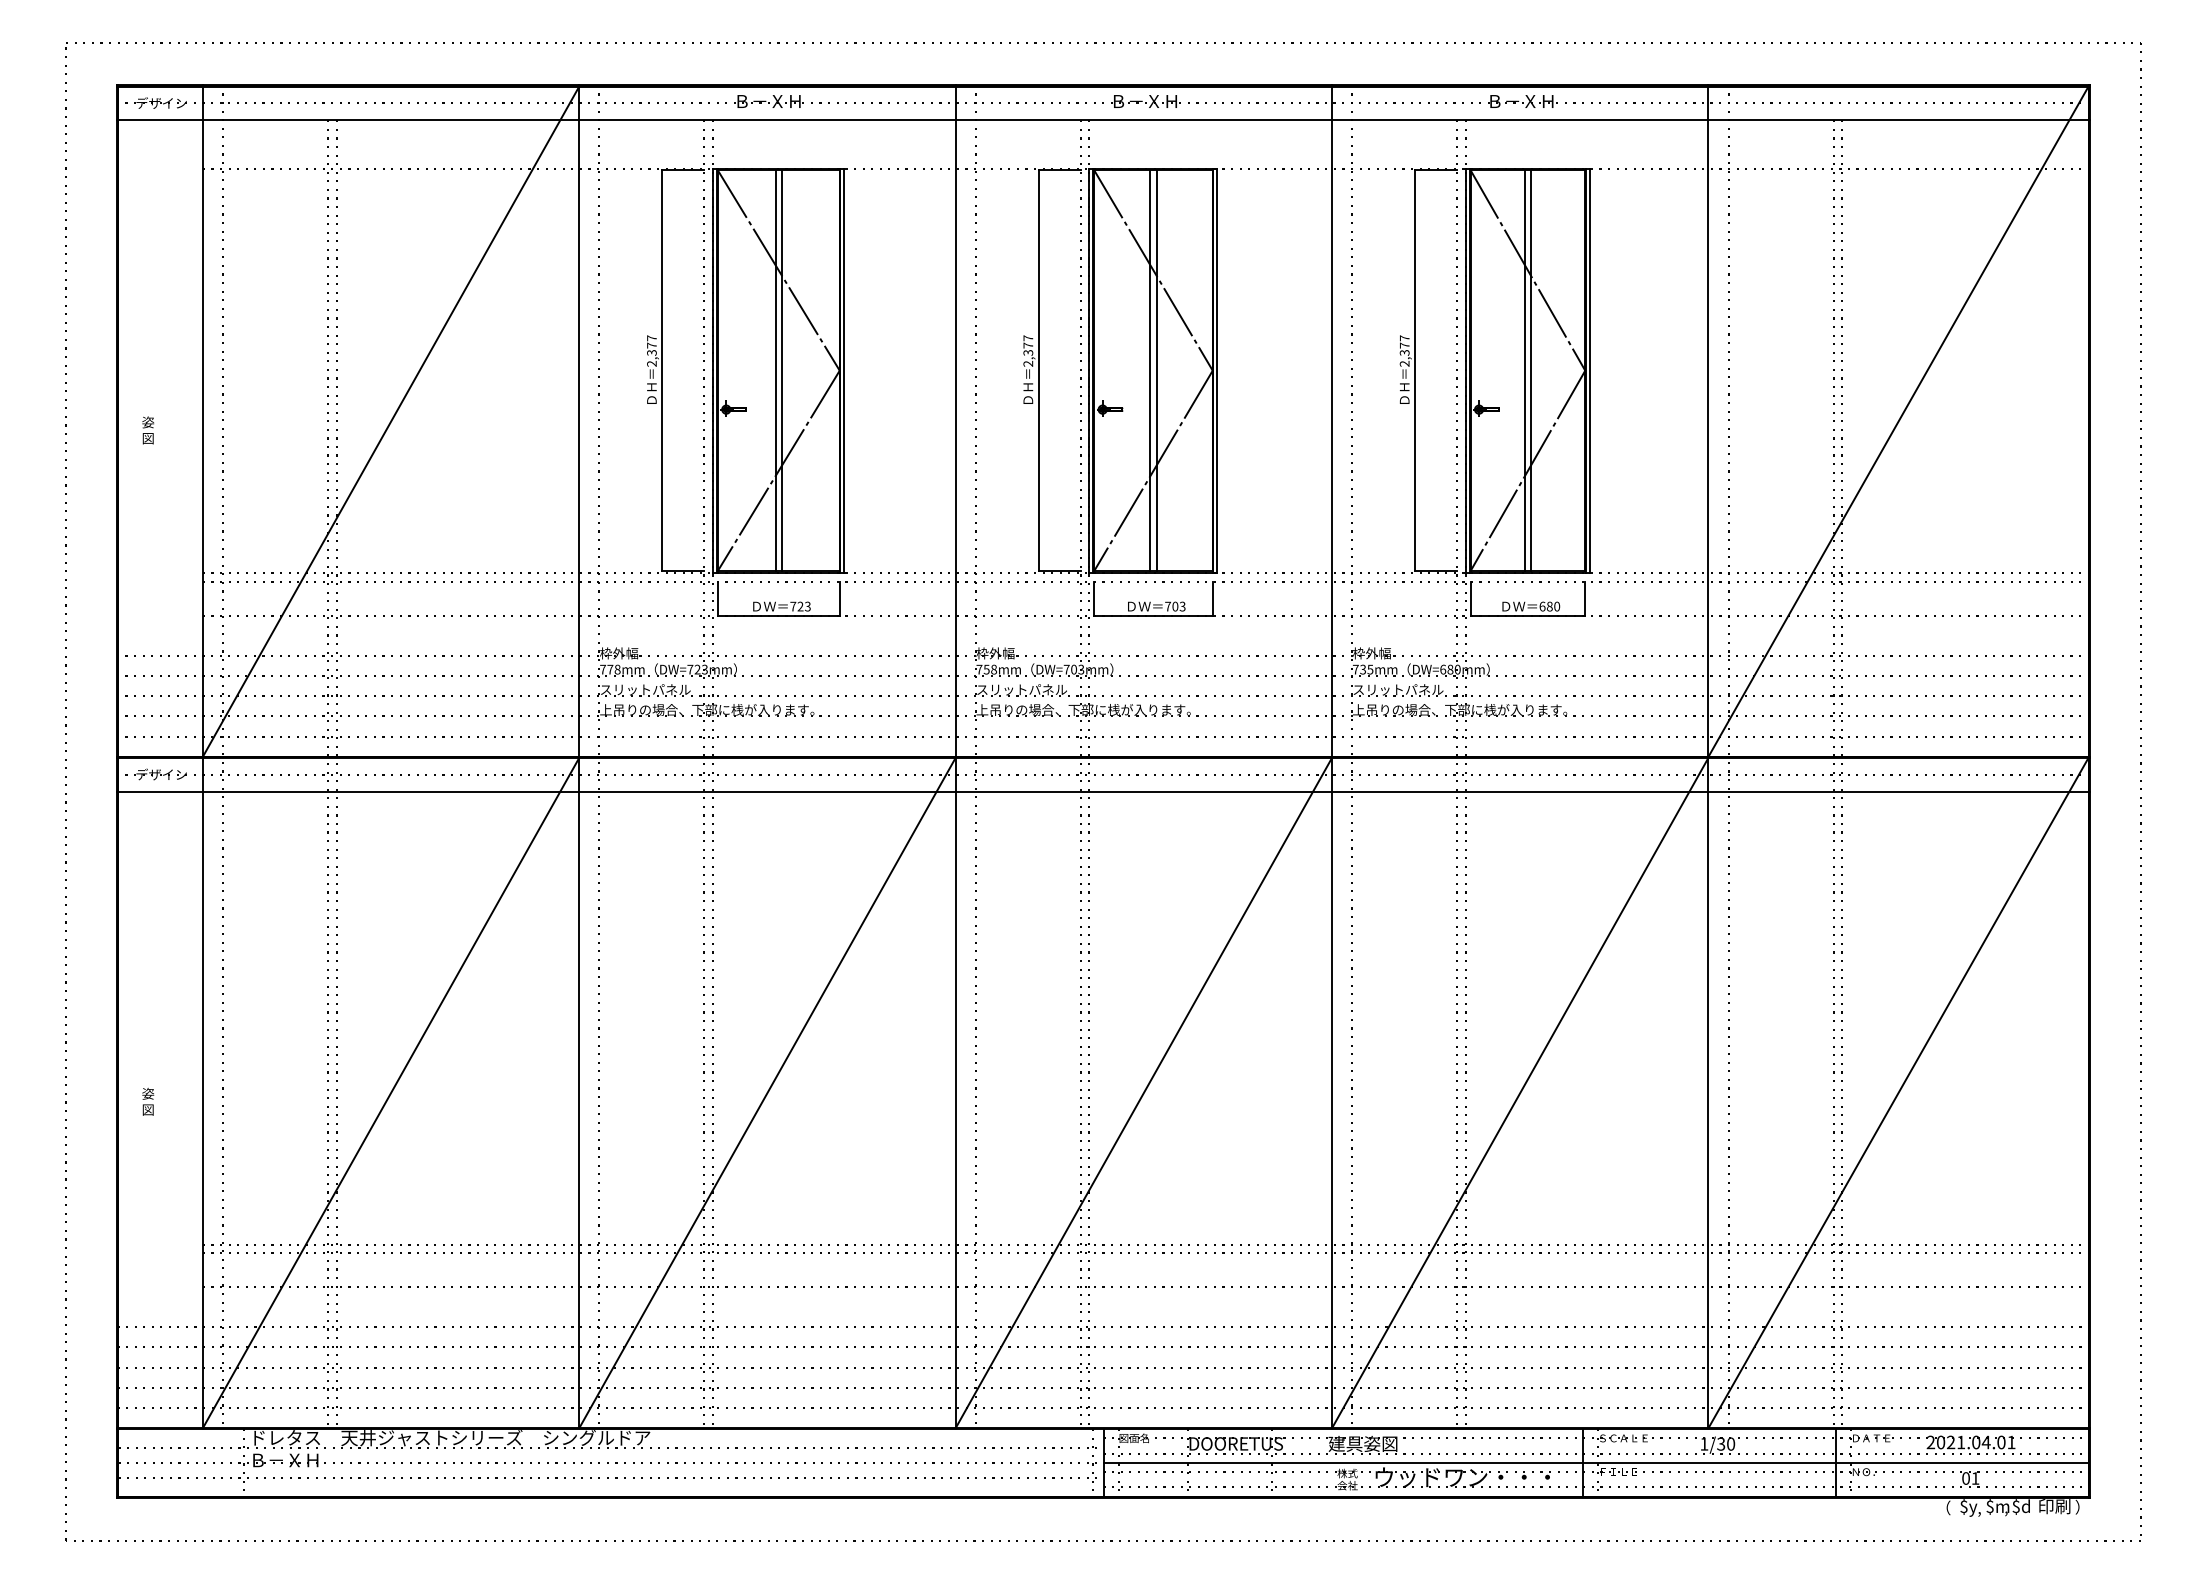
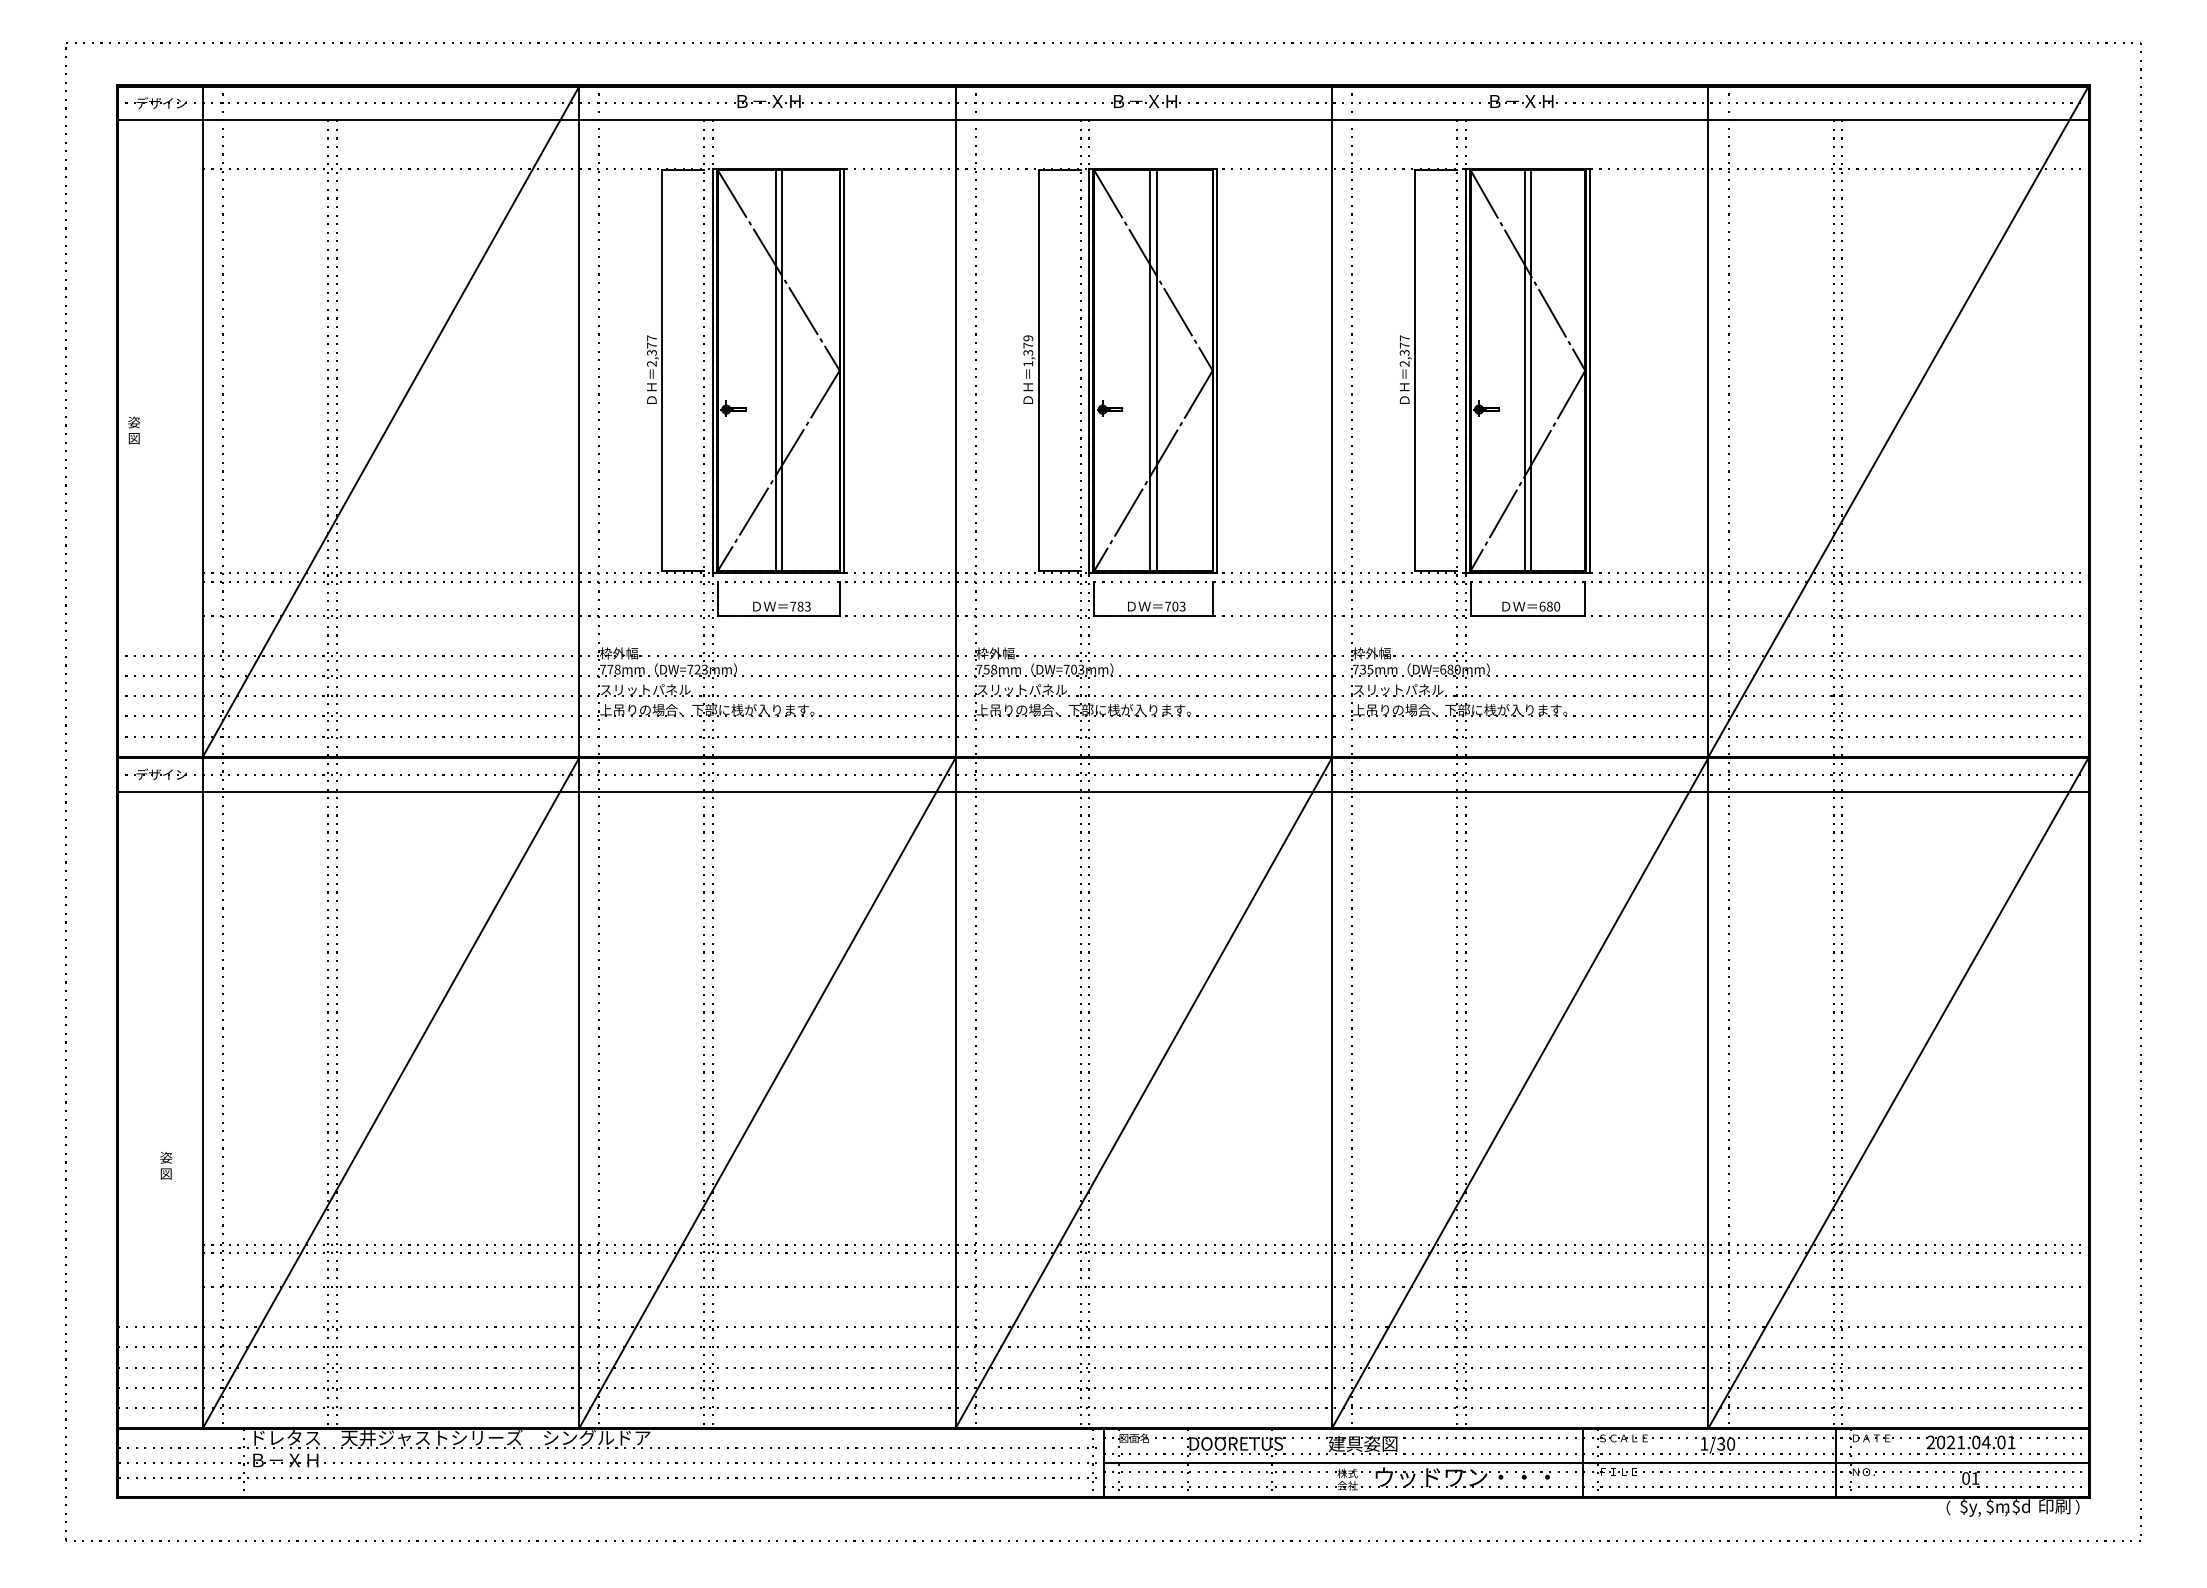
text at (1028, 350): 2,377 -> 1,379
text at (148, 430) position: (148, 430) -> (134, 430)
text at (800, 606): 723 -> 783
text at (148, 1101) position: (148, 1101) -> (166, 1165)
